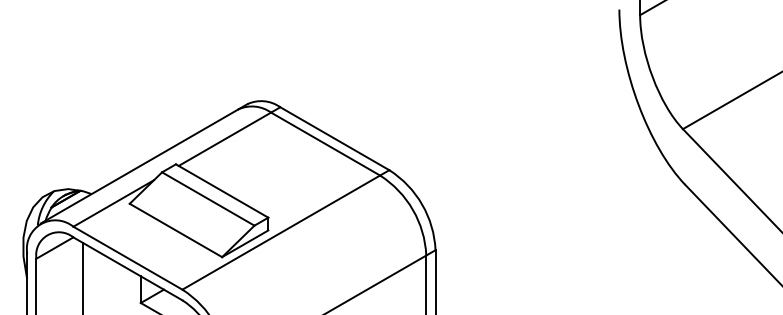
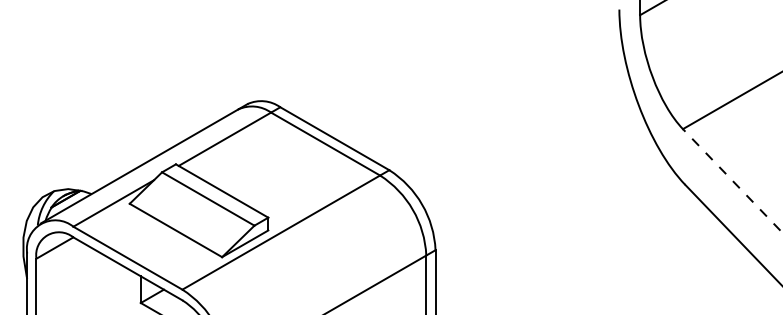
line at (732, 180): solid -> dashed
line at (82, 276): present -> none
